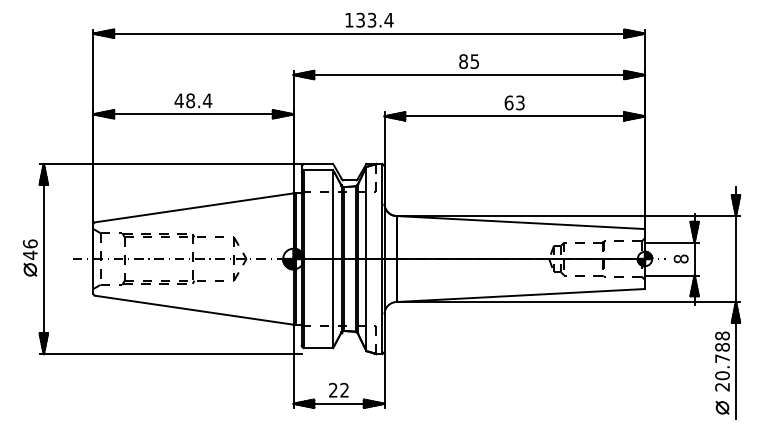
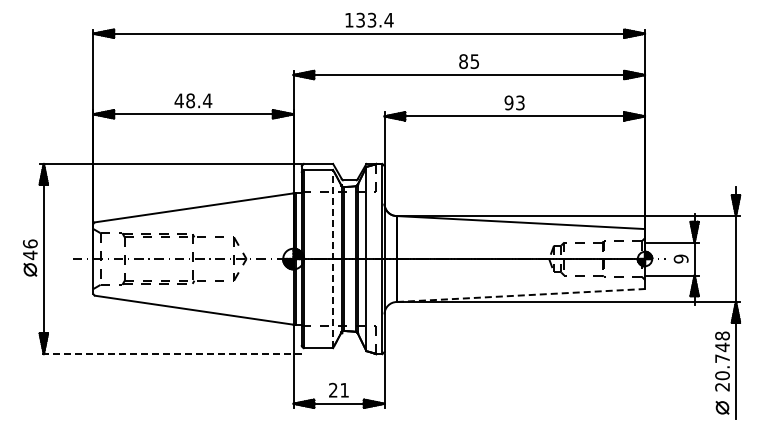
text at (508, 102): 63 -> 93
line at (333, 258): solid -> dashed
text at (681, 258): 8 -> 9
line at (521, 295): solid -> dashed
text at (722, 347): 20.788 -> 20.748
line at (170, 354): solid -> dashed
text at (344, 389): 22 -> 21
